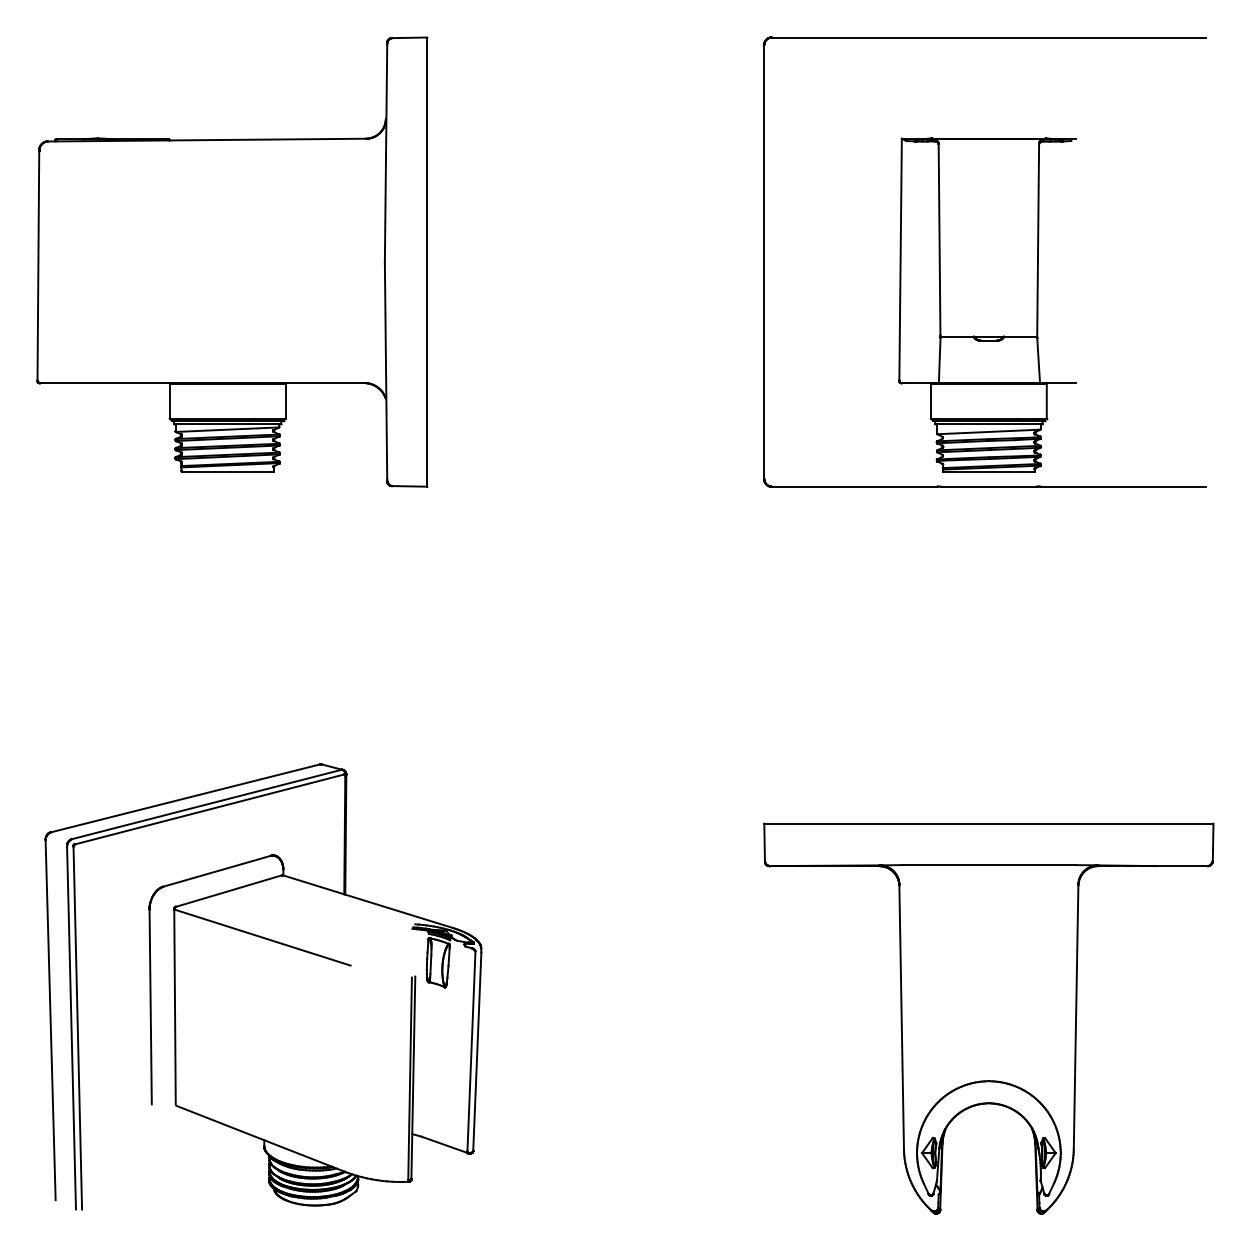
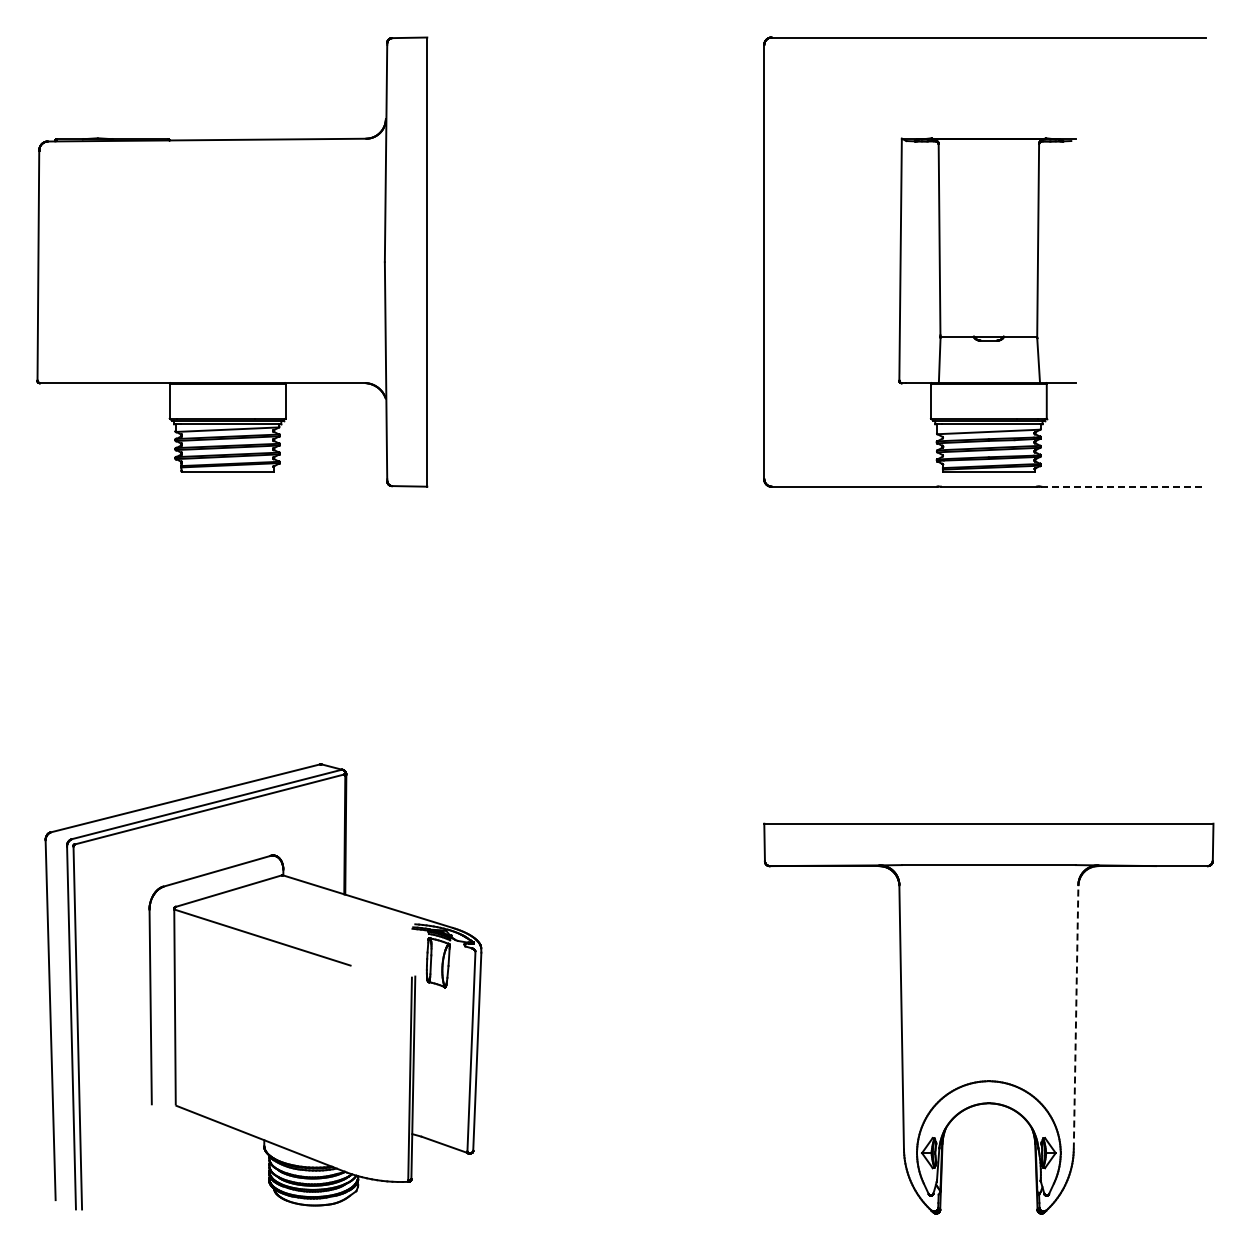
line at (1124, 486): solid -> dashed
line at (1076, 1016): solid -> dashed
